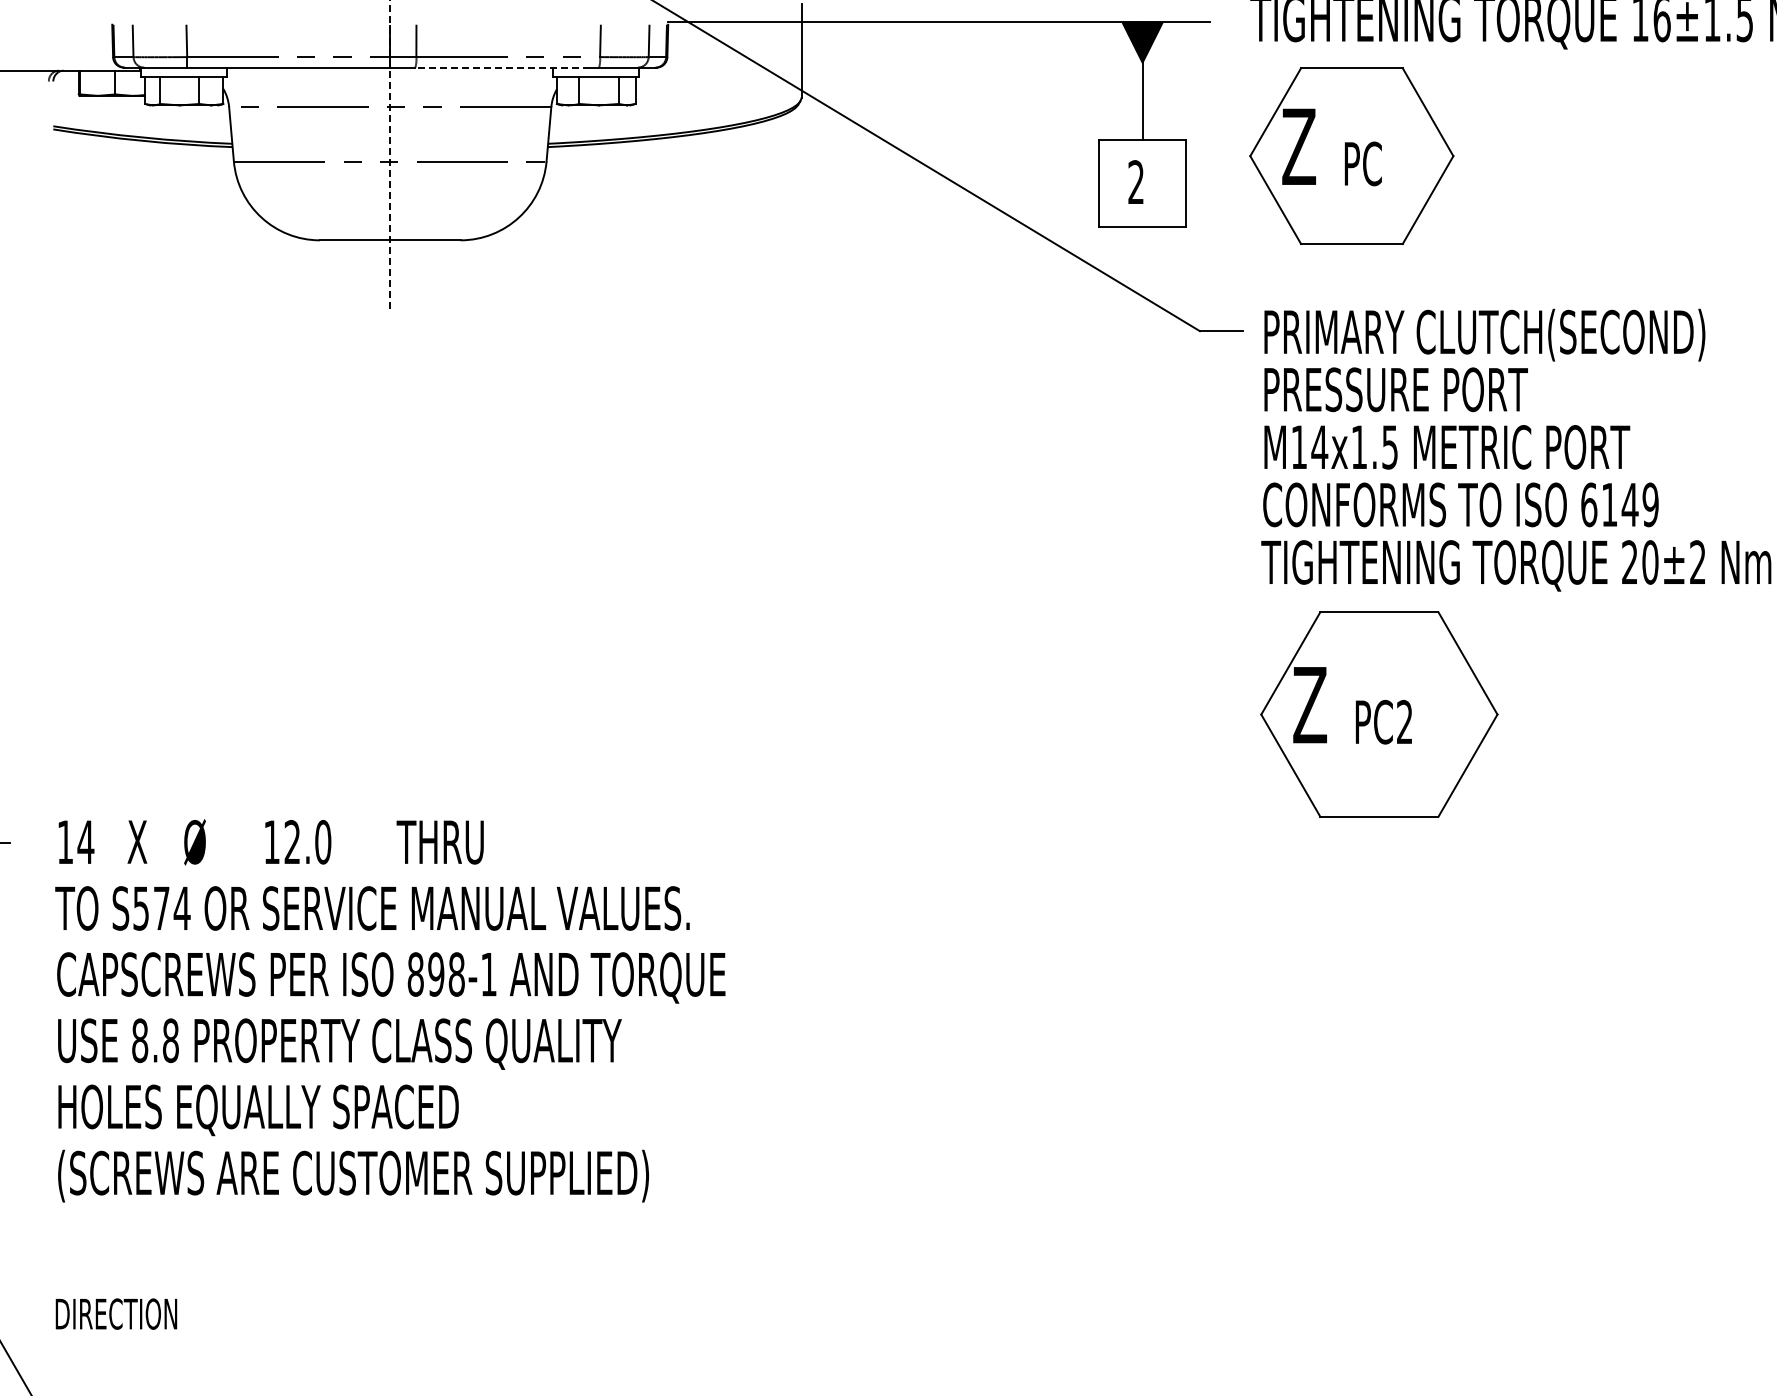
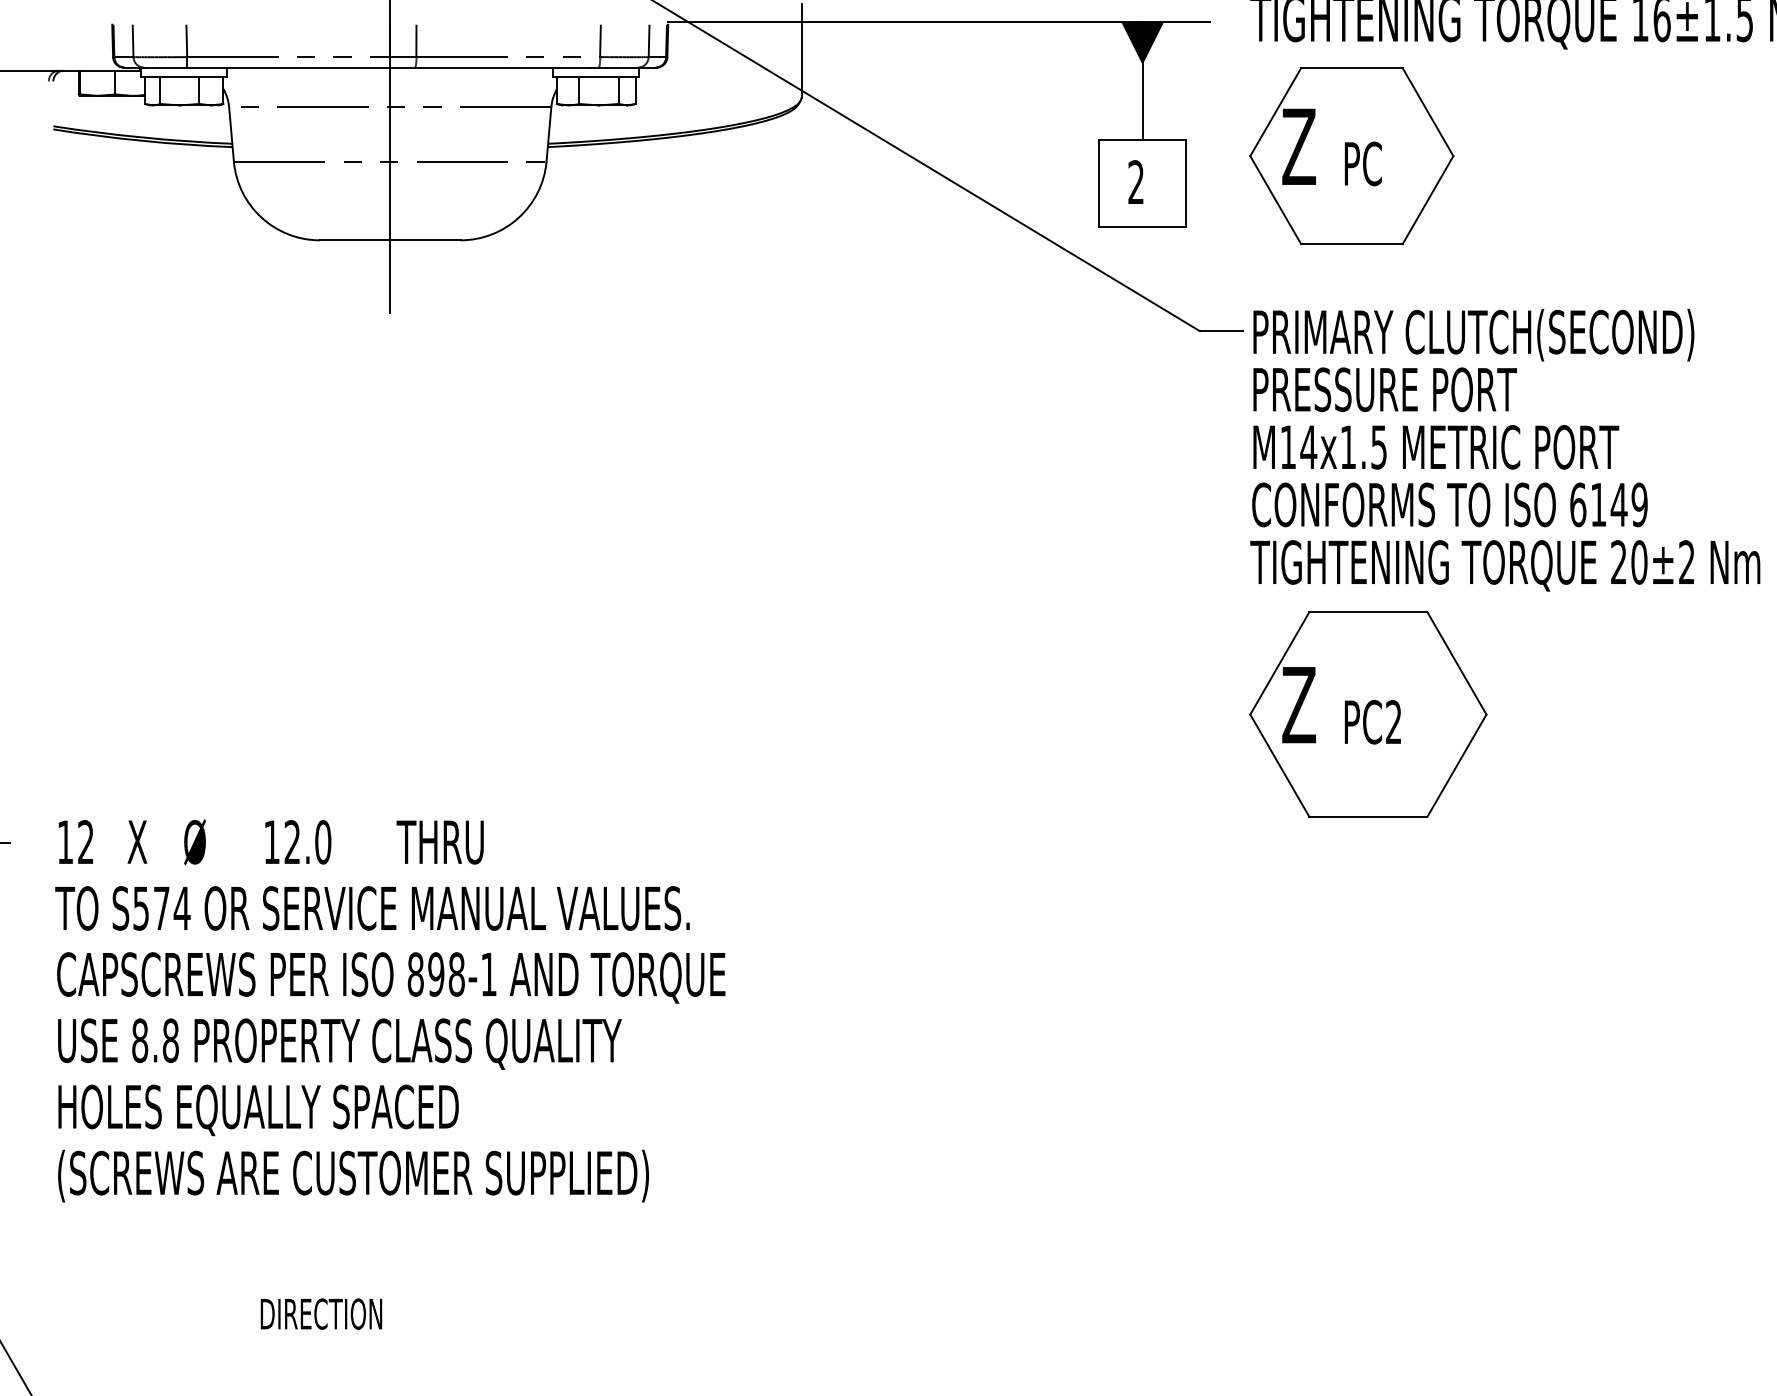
line at (501, 67): dashed -> solid
line at (390, 156): dashed -> solid
part at (1515, 562) position: (1515, 562) -> (1504, 562)
text at (85, 841): 14 -> 12
text at (116, 1313) position: (116, 1313) -> (321, 1313)
